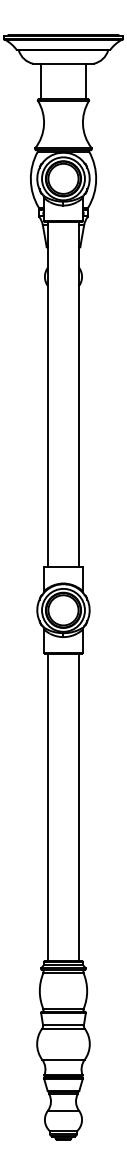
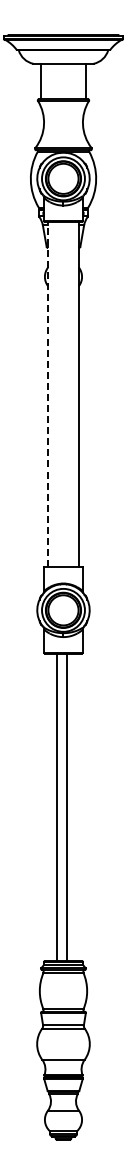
line at (48, 394): solid -> dashed
line at (48, 807) position: (48, 807) -> (57, 807)
line at (78, 807) position: (78, 807) -> (66, 807)
